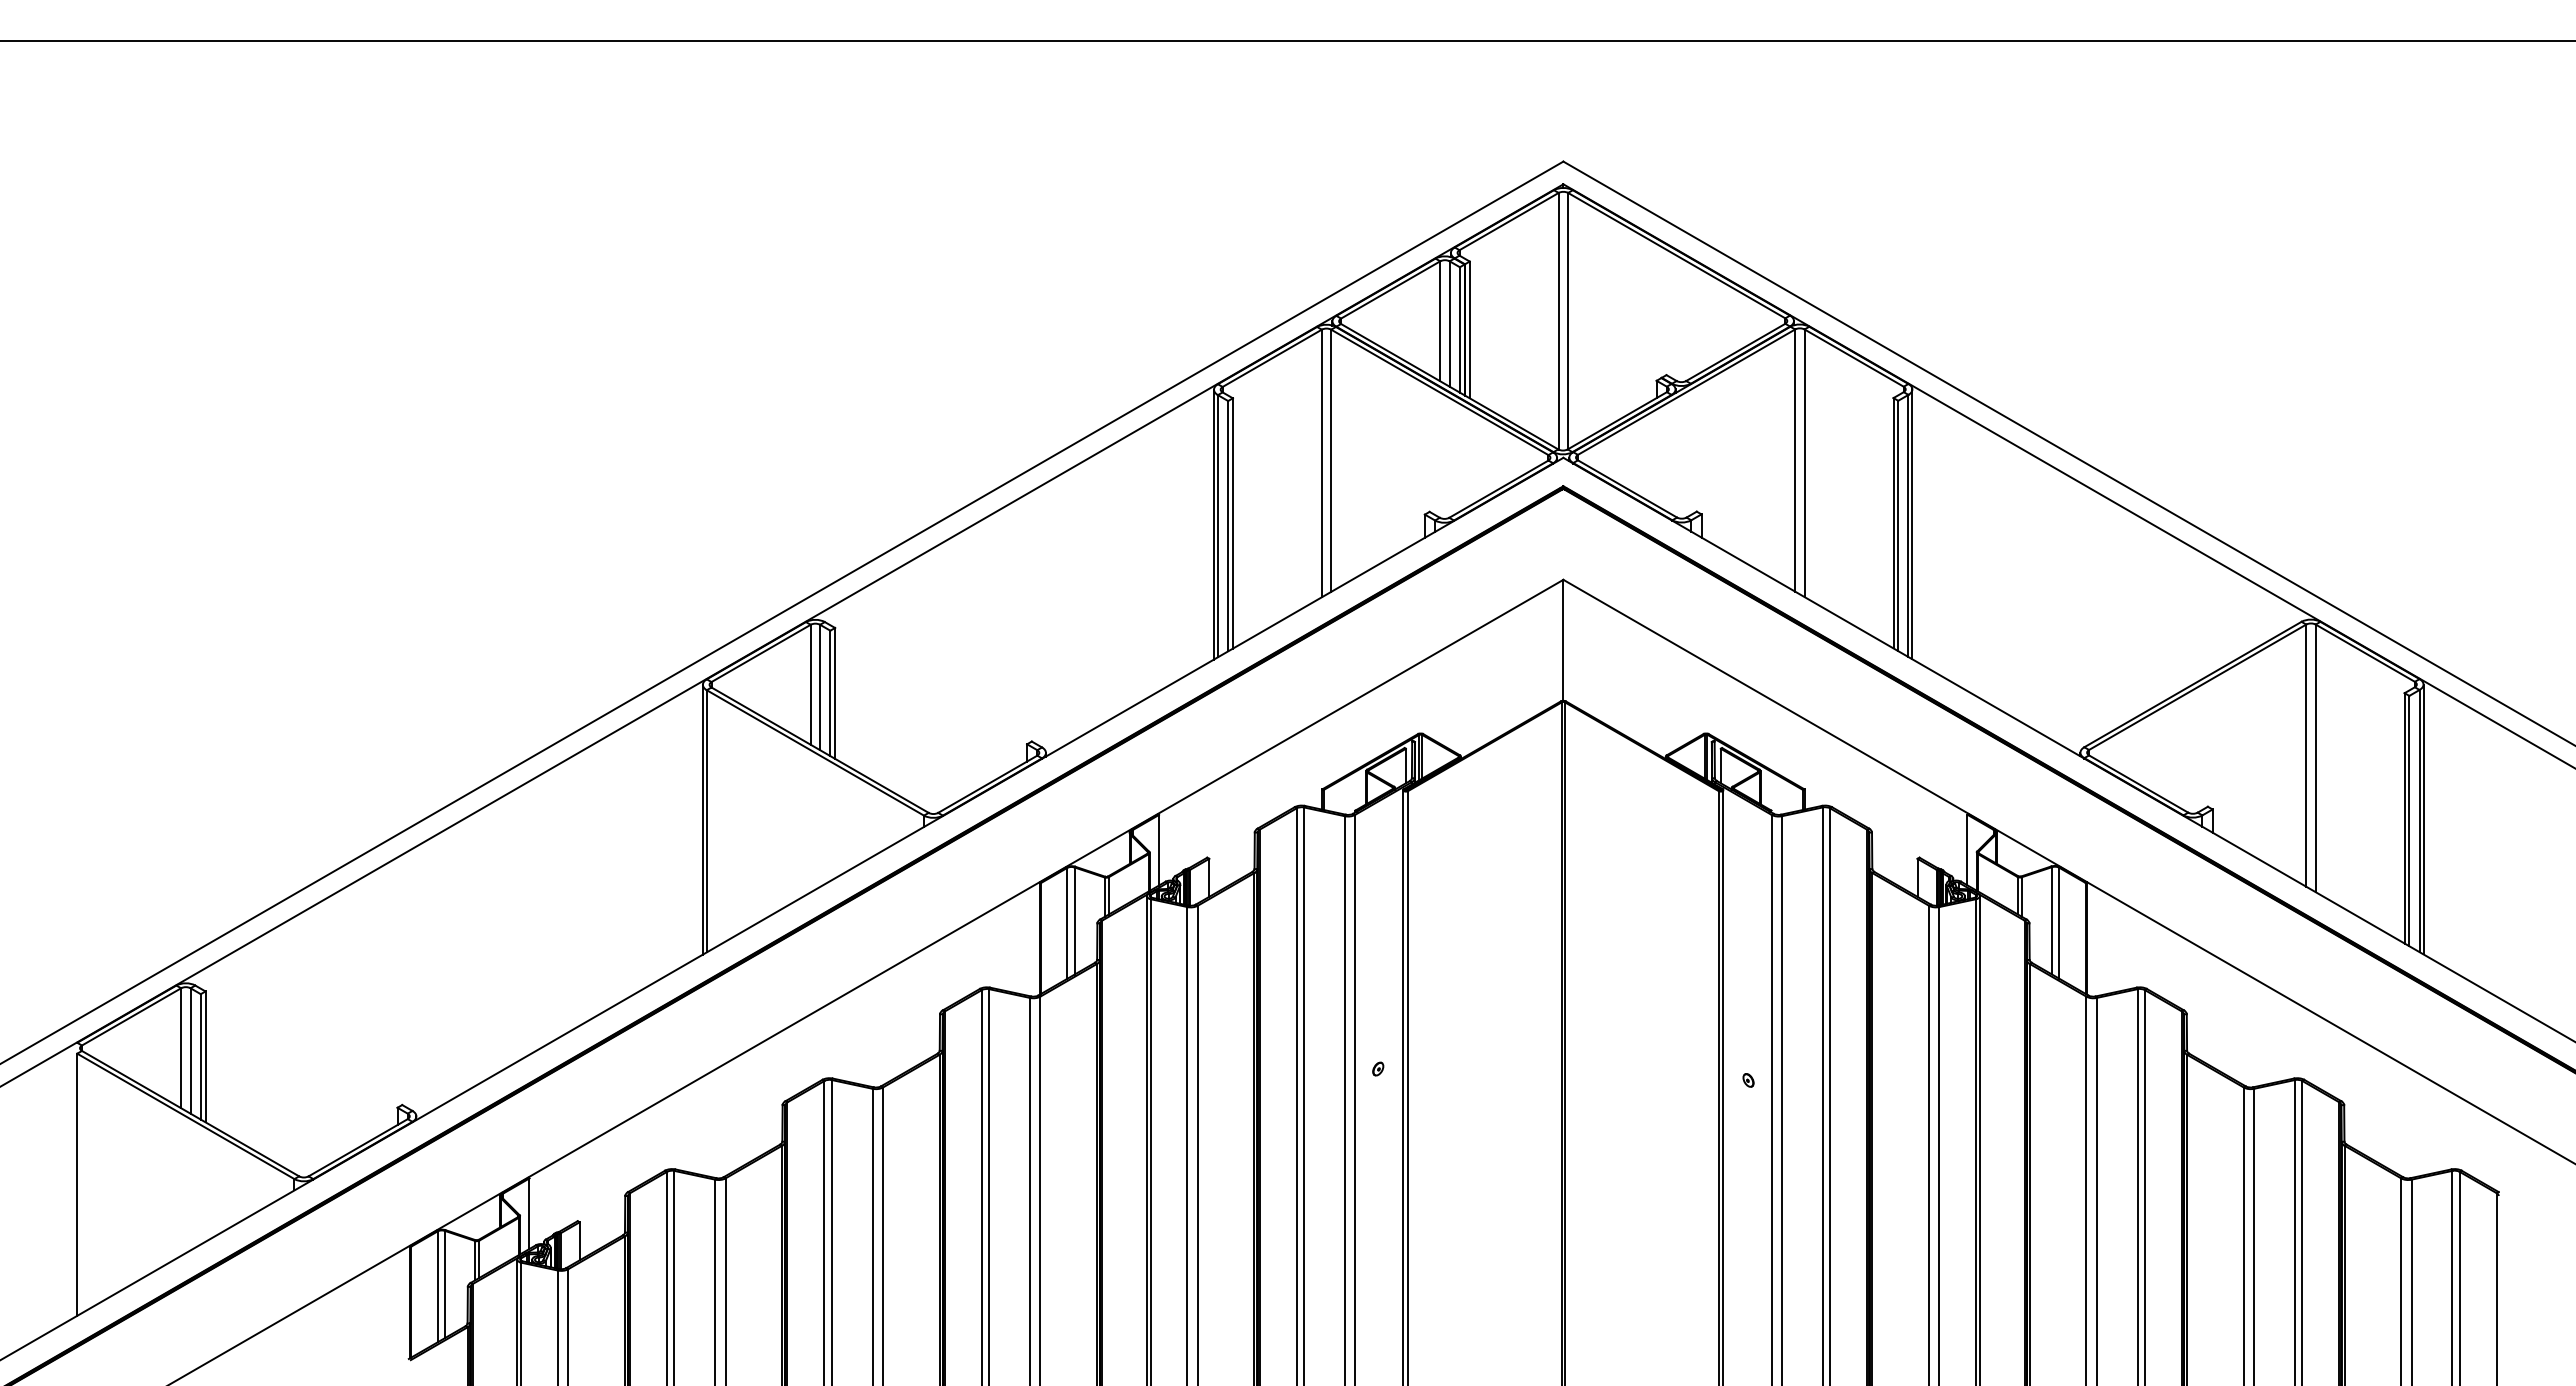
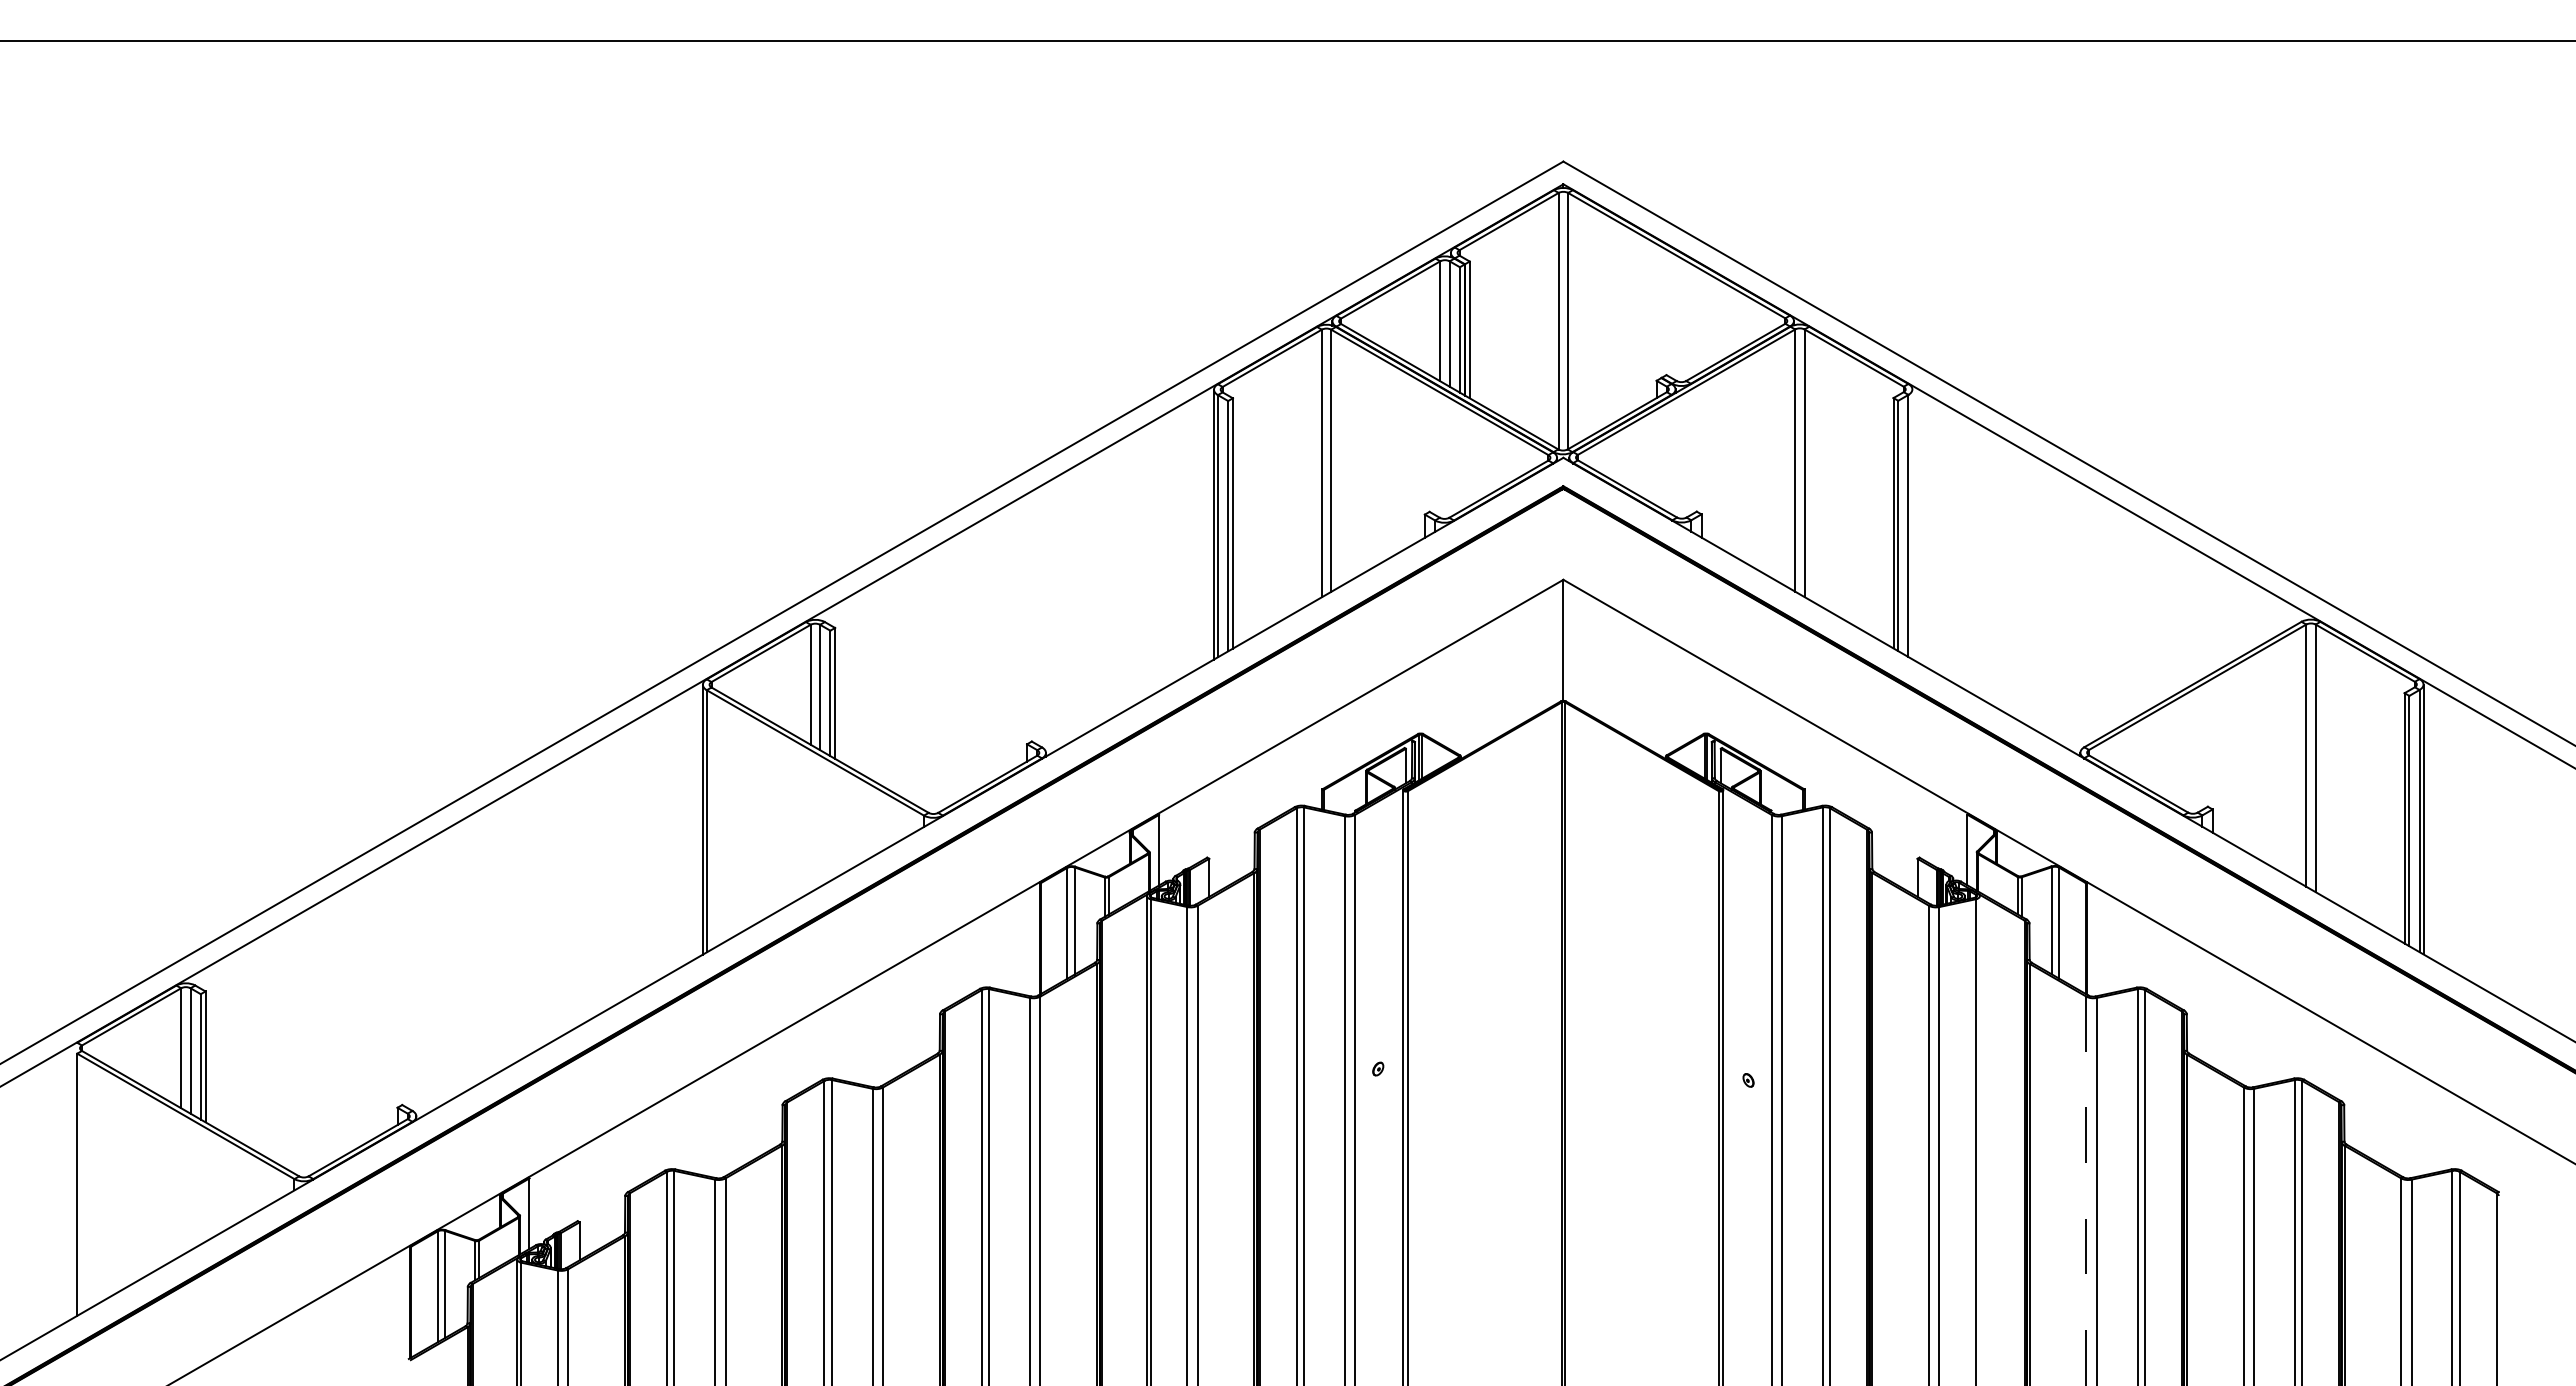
line at (1912, 524): present -> none
line at (1979, 1139): present -> none
line at (2086, 1190): solid -> dashed
